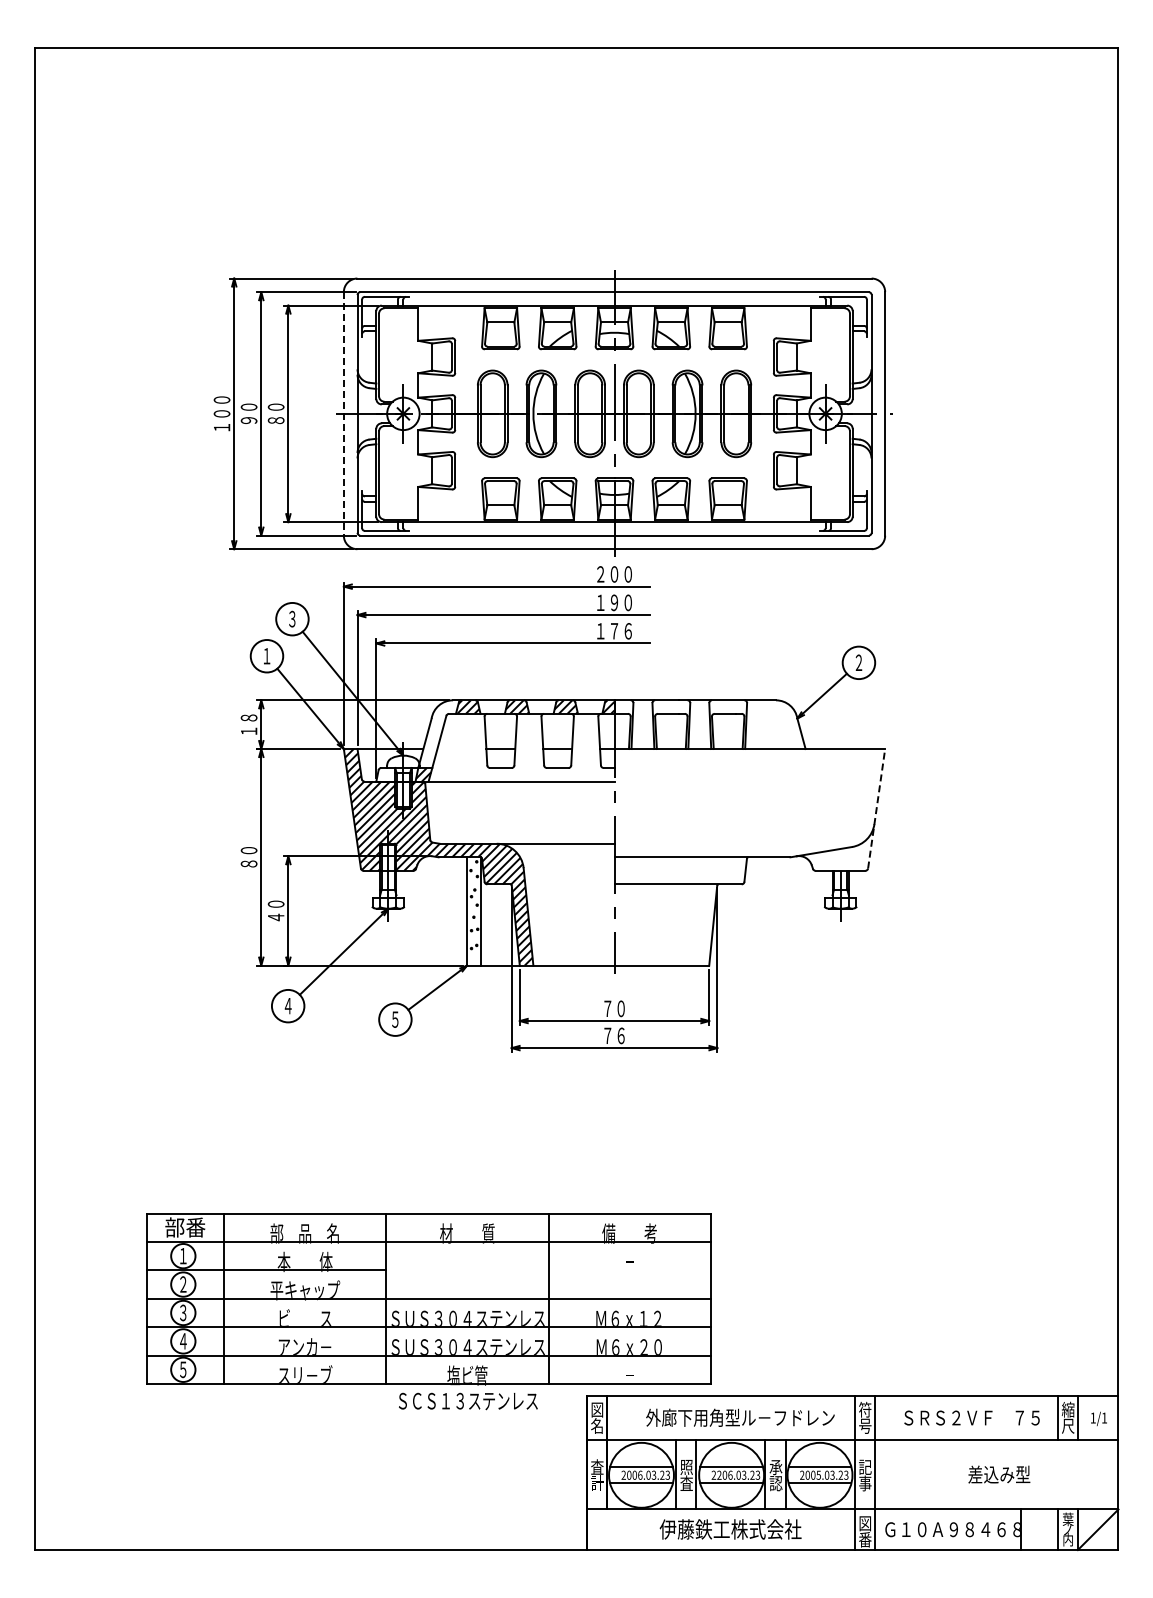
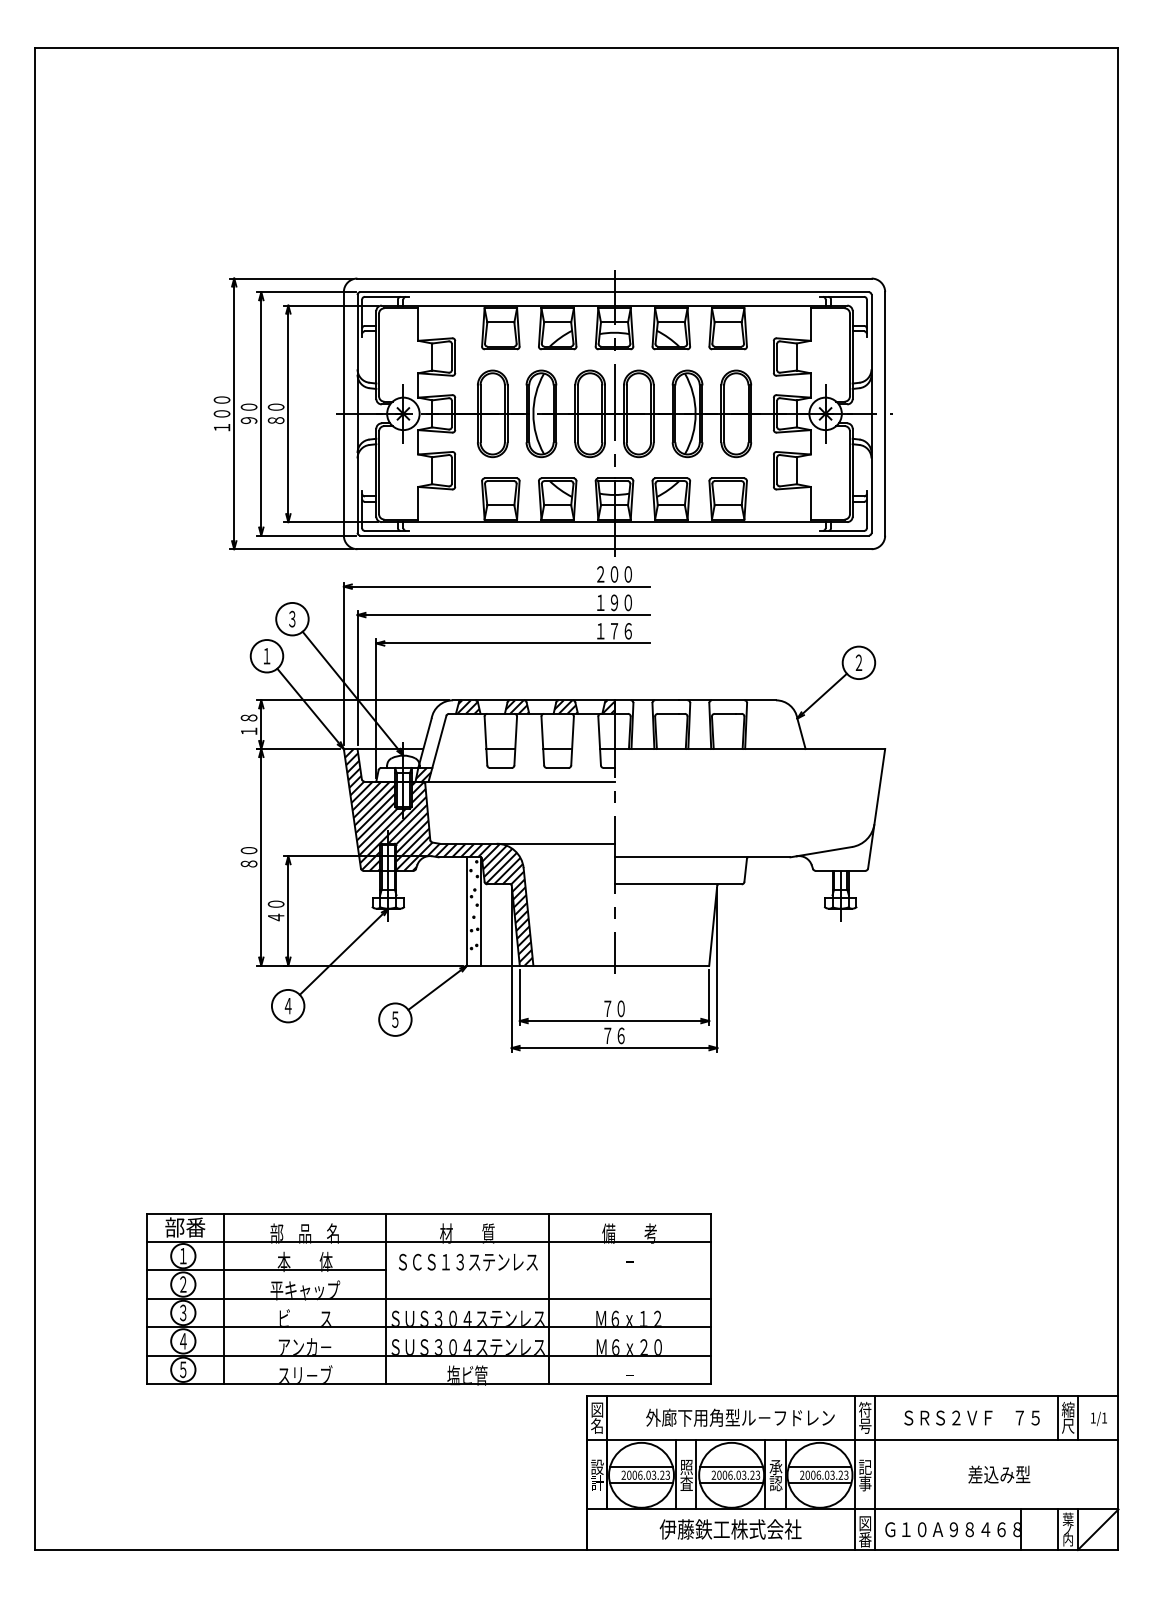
line at (343, 413): dashed -> solid
line at (876, 808): dashed -> solid
text at (468, 1401) position: (468, 1401) -> (468, 1262)
text at (597, 1466): 査 -> 設
text at (719, 1474): 2206.03.23 -> 2006.03.23
text at (818, 1474): 2005.03.23 -> 2006.03.23
